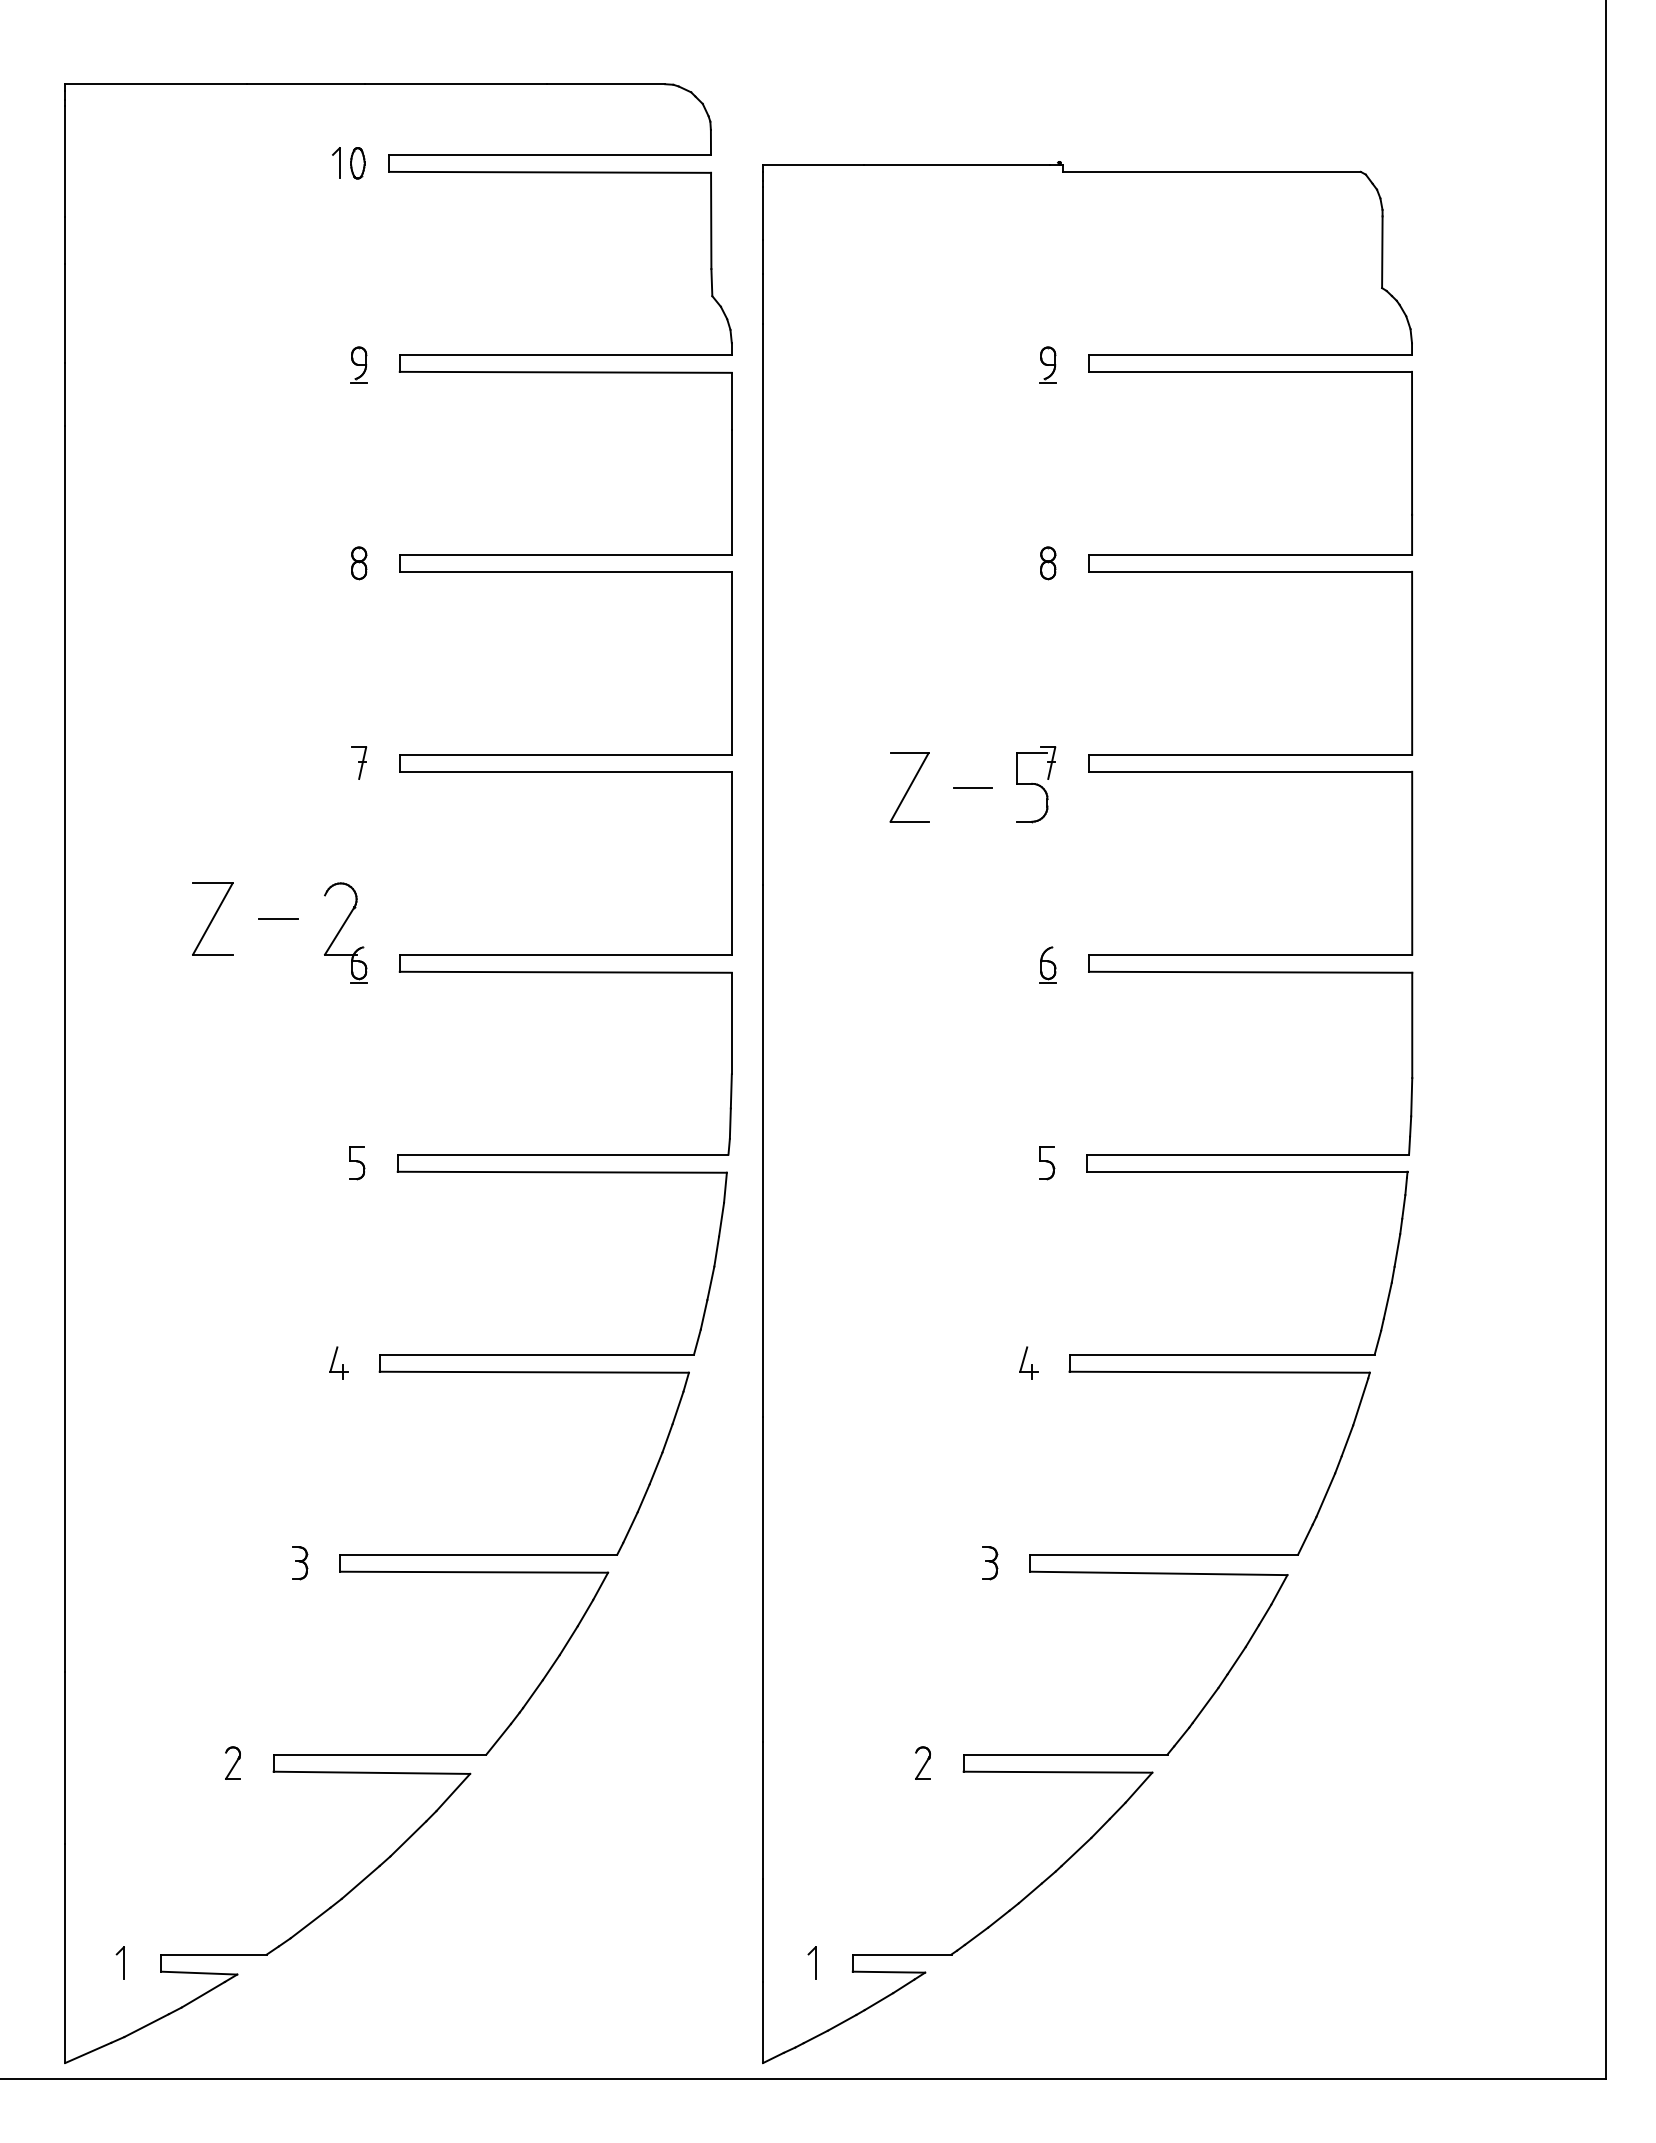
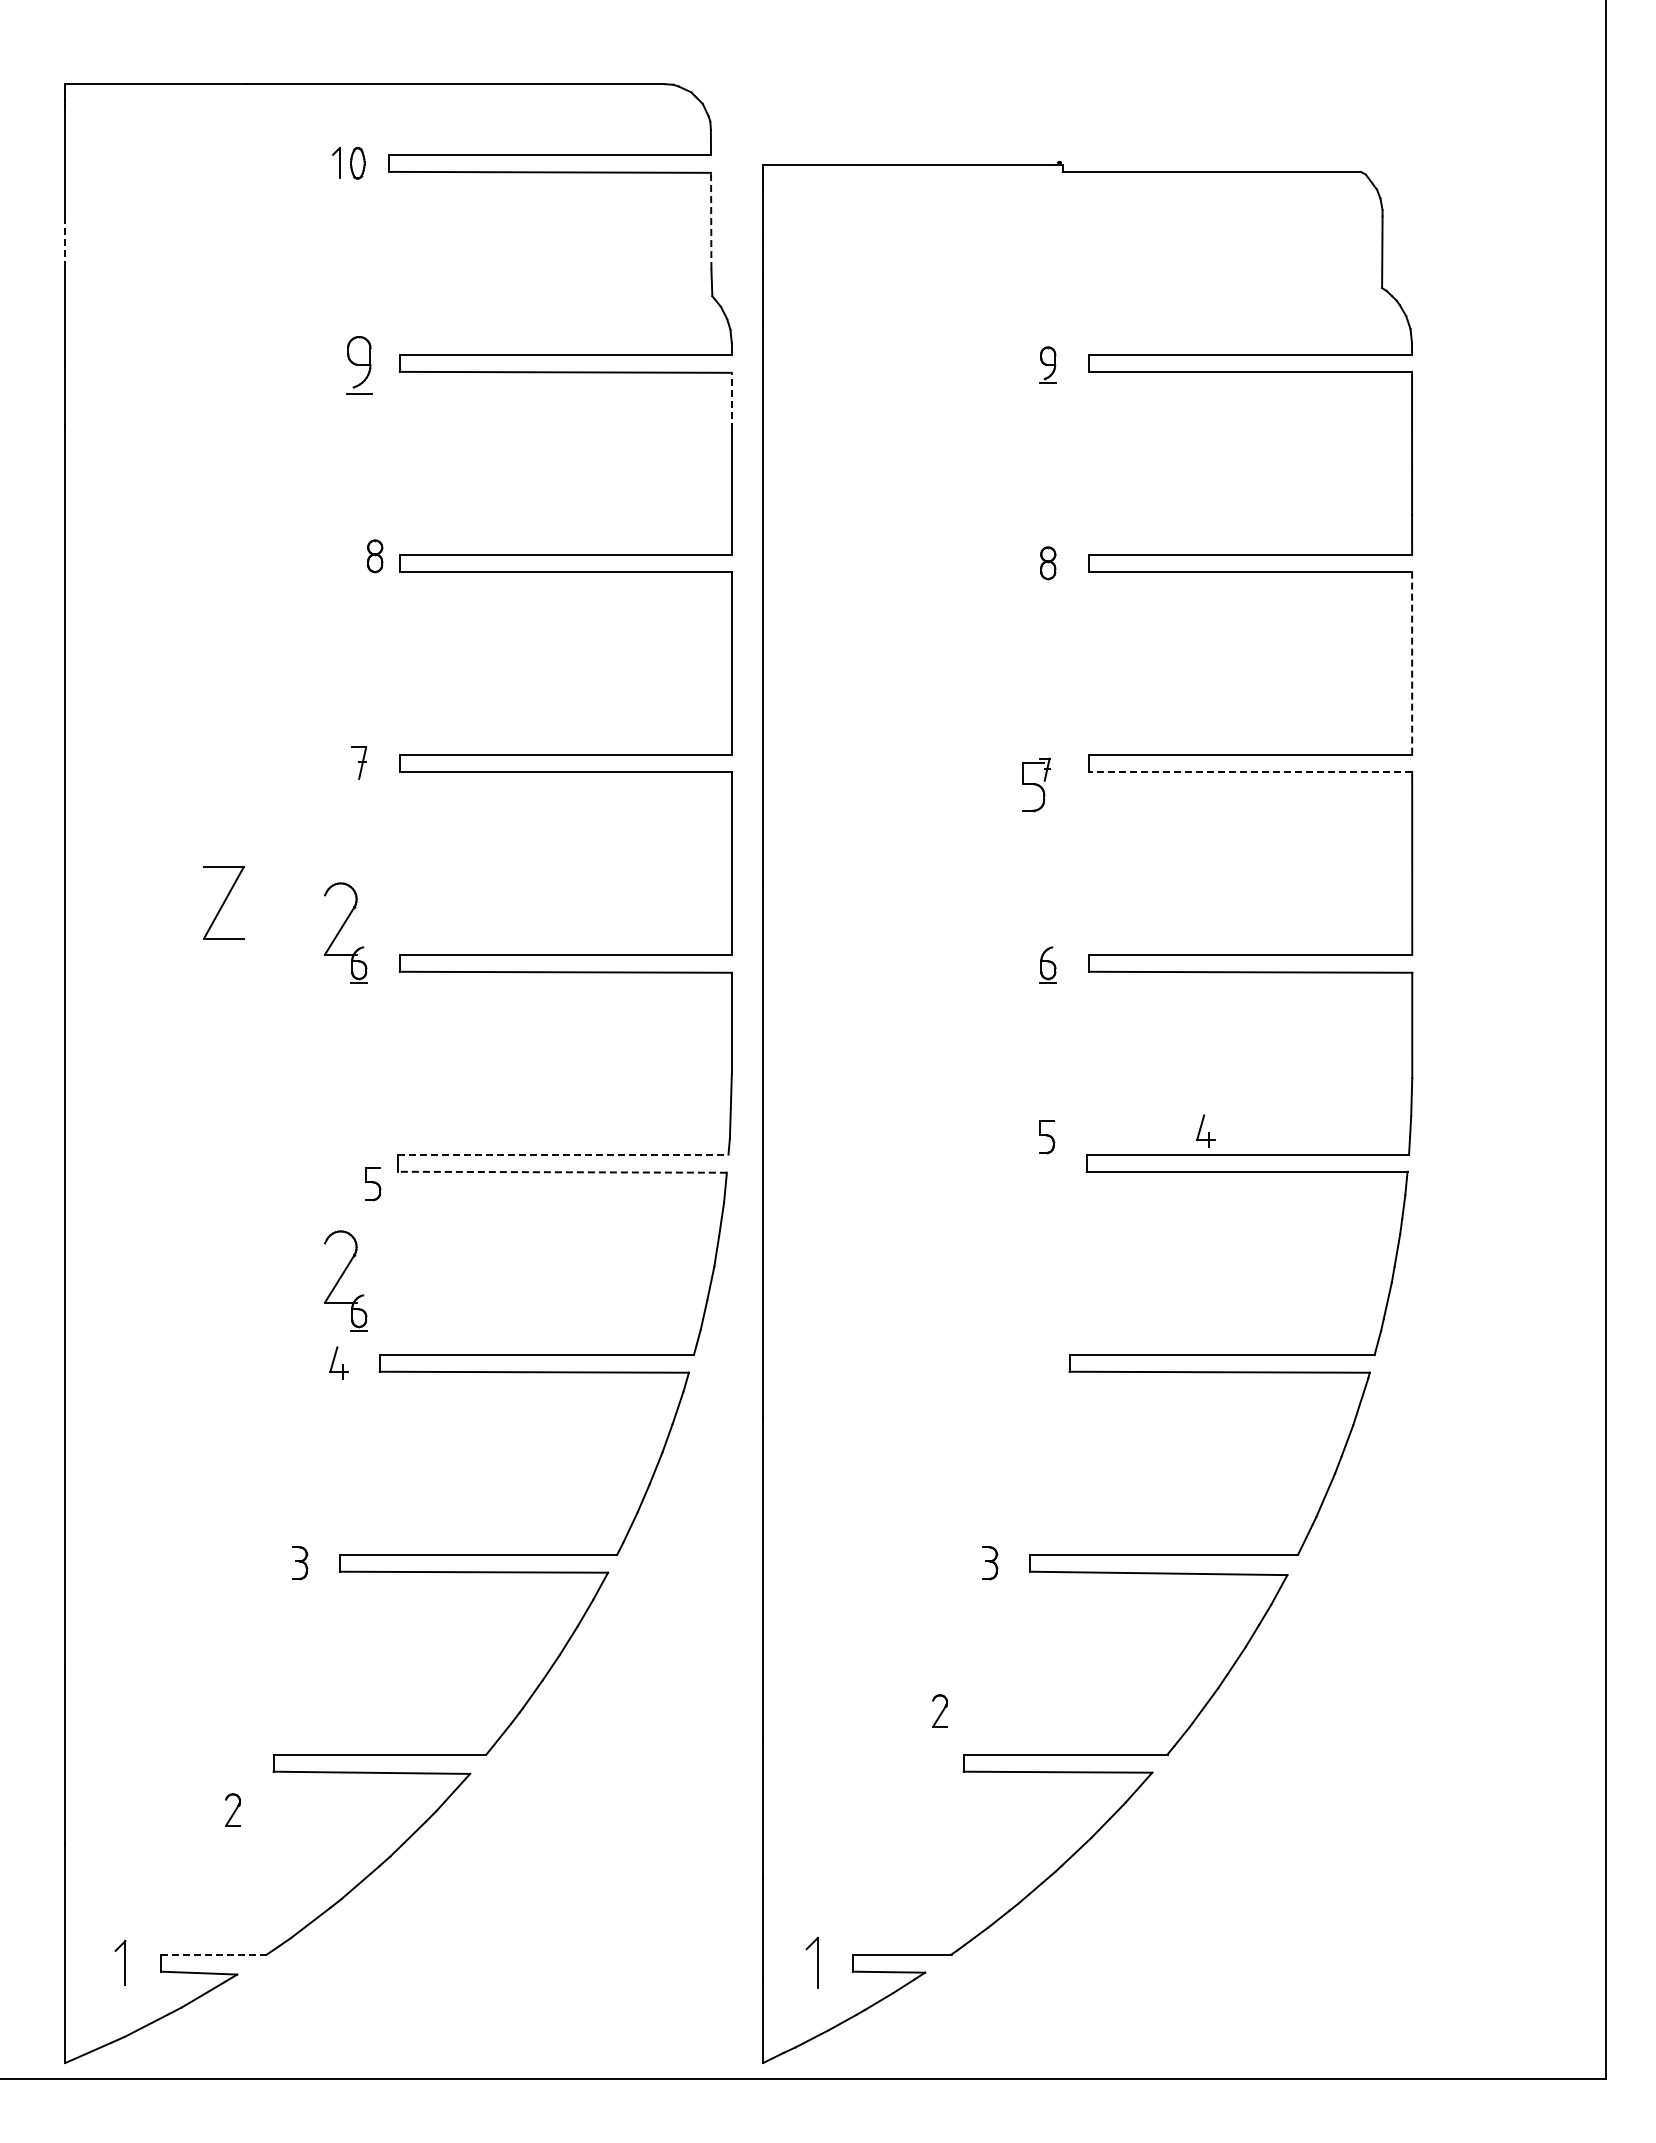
line at (711, 220): solid -> dashed
line at (65, 240): solid -> dashed
part at (358, 364) size: 18x38 px -> 27x59 px
line at (731, 401): solid -> dashed
part at (359, 563) position: (359, 563) -> (375, 556)
line at (1412, 662): solid -> dashed
line at (1250, 771): solid -> dashed
part at (1036, 784) size: 41x78 px -> 29x56 px
part at (909, 787): present -> none
line at (972, 787): present -> none
part at (212, 918) position: (212, 918) -> (223, 902)
line at (278, 919): present -> none
line at (563, 1154): solid -> dashed
part at (357, 1163) position: (357, 1163) -> (373, 1184)
part at (1047, 1163) position: (1047, 1163) -> (1047, 1137)
line at (562, 1172): solid -> dashed
part at (345, 1280): none -> present
part at (1028, 1362) position: (1028, 1362) -> (1205, 1130)
part at (232, 1762) position: (232, 1762) -> (232, 1809)
part at (922, 1762) position: (922, 1762) -> (939, 1710)
line at (213, 1954): solid -> dashed
part at (119, 1962) size: 10x34 px -> 13x46 px
part at (811, 1962) size: 10x34 px -> 14x52 px
